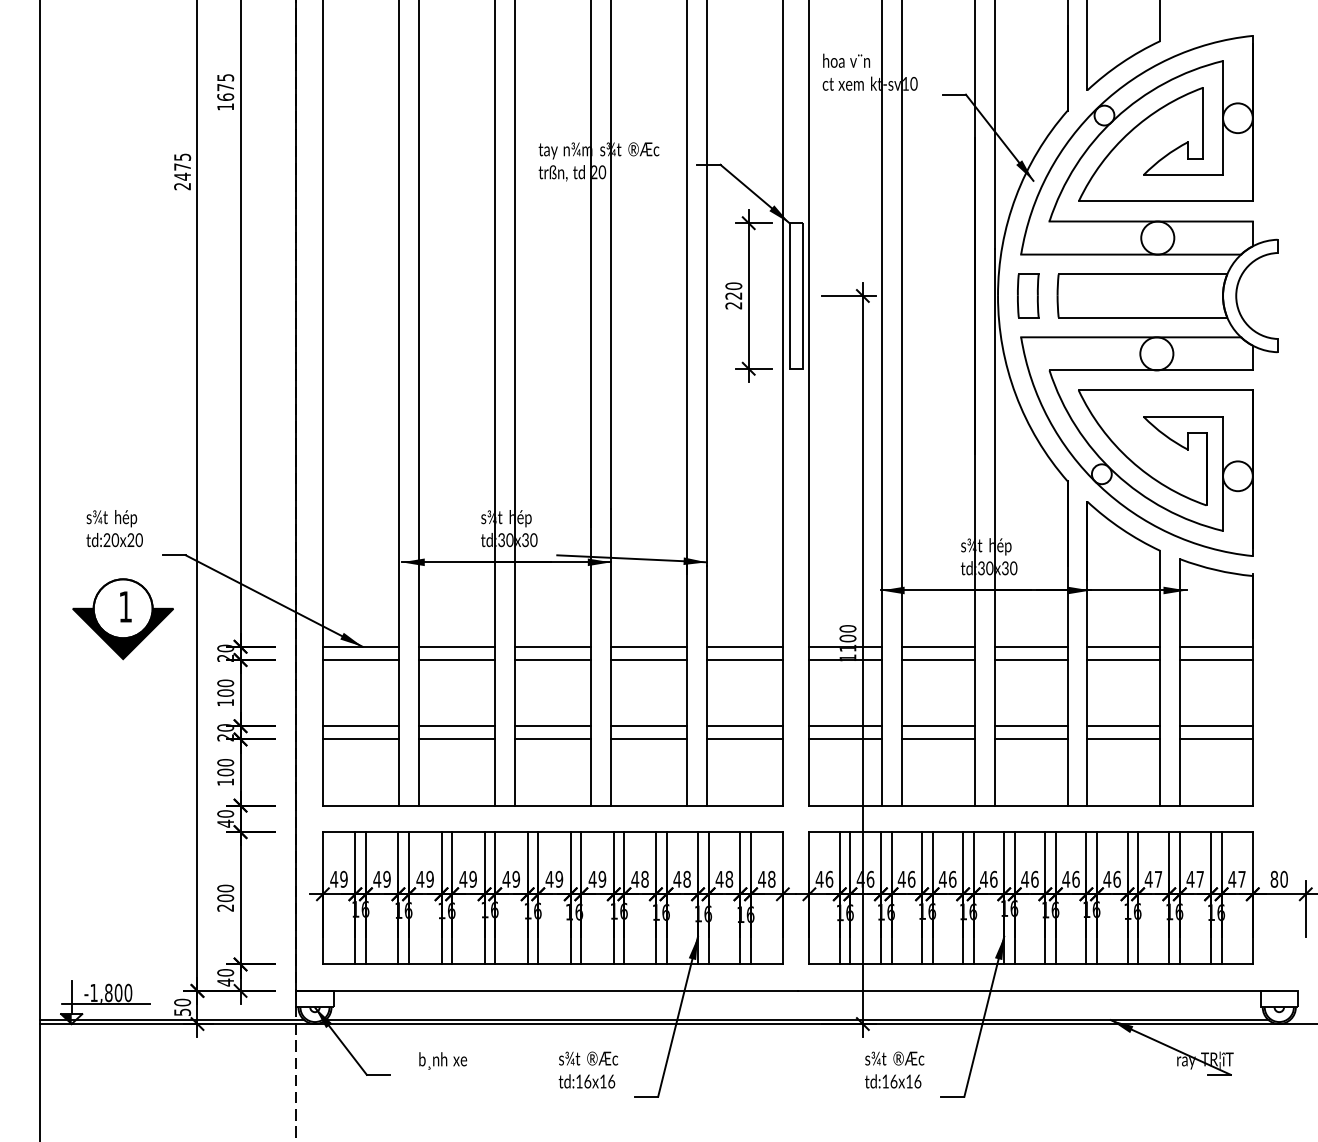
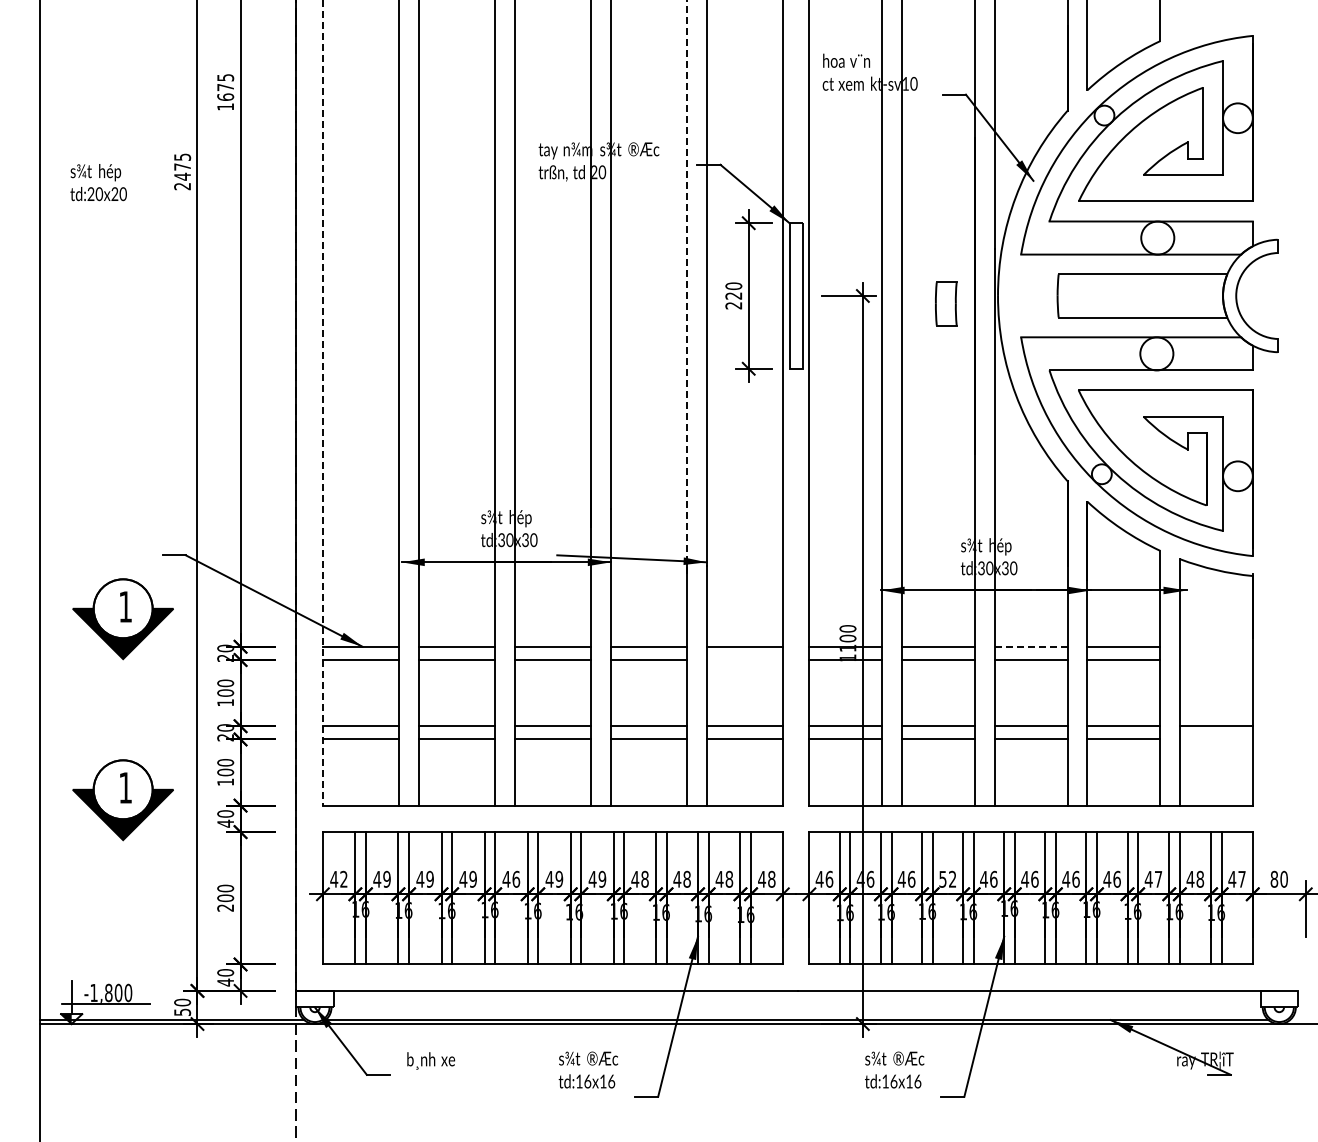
line at (686, 287): solid -> dashed
part at (1028, 295) position: (1028, 295) -> (946, 303)
line at (322, 403): solid -> dashed
text at (114, 528) position: (114, 528) -> (98, 182)
line at (1031, 646): solid -> dashed
line at (1216, 646): present -> none
line at (744, 660): present -> none
line at (1216, 660): present -> none
line at (1216, 739): present -> none
part at (122, 800): none -> present
text at (516, 878): 49 -> 46
text at (947, 878): 46 -> 52
text at (1200, 878): 47 -> 48
text at (343, 879): 49 -> 42
text at (443, 1060) position: (443, 1060) -> (431, 1060)
